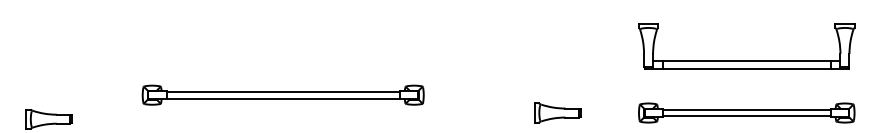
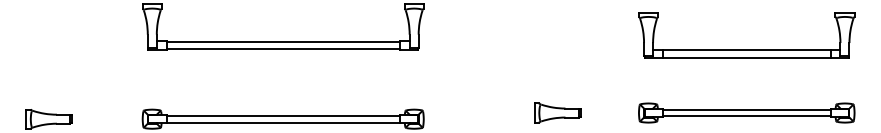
part at (283, 41): none -> present
part at (746, 60) position: (746, 60) -> (746, 49)
part at (282, 94) position: (282, 94) -> (282, 118)
